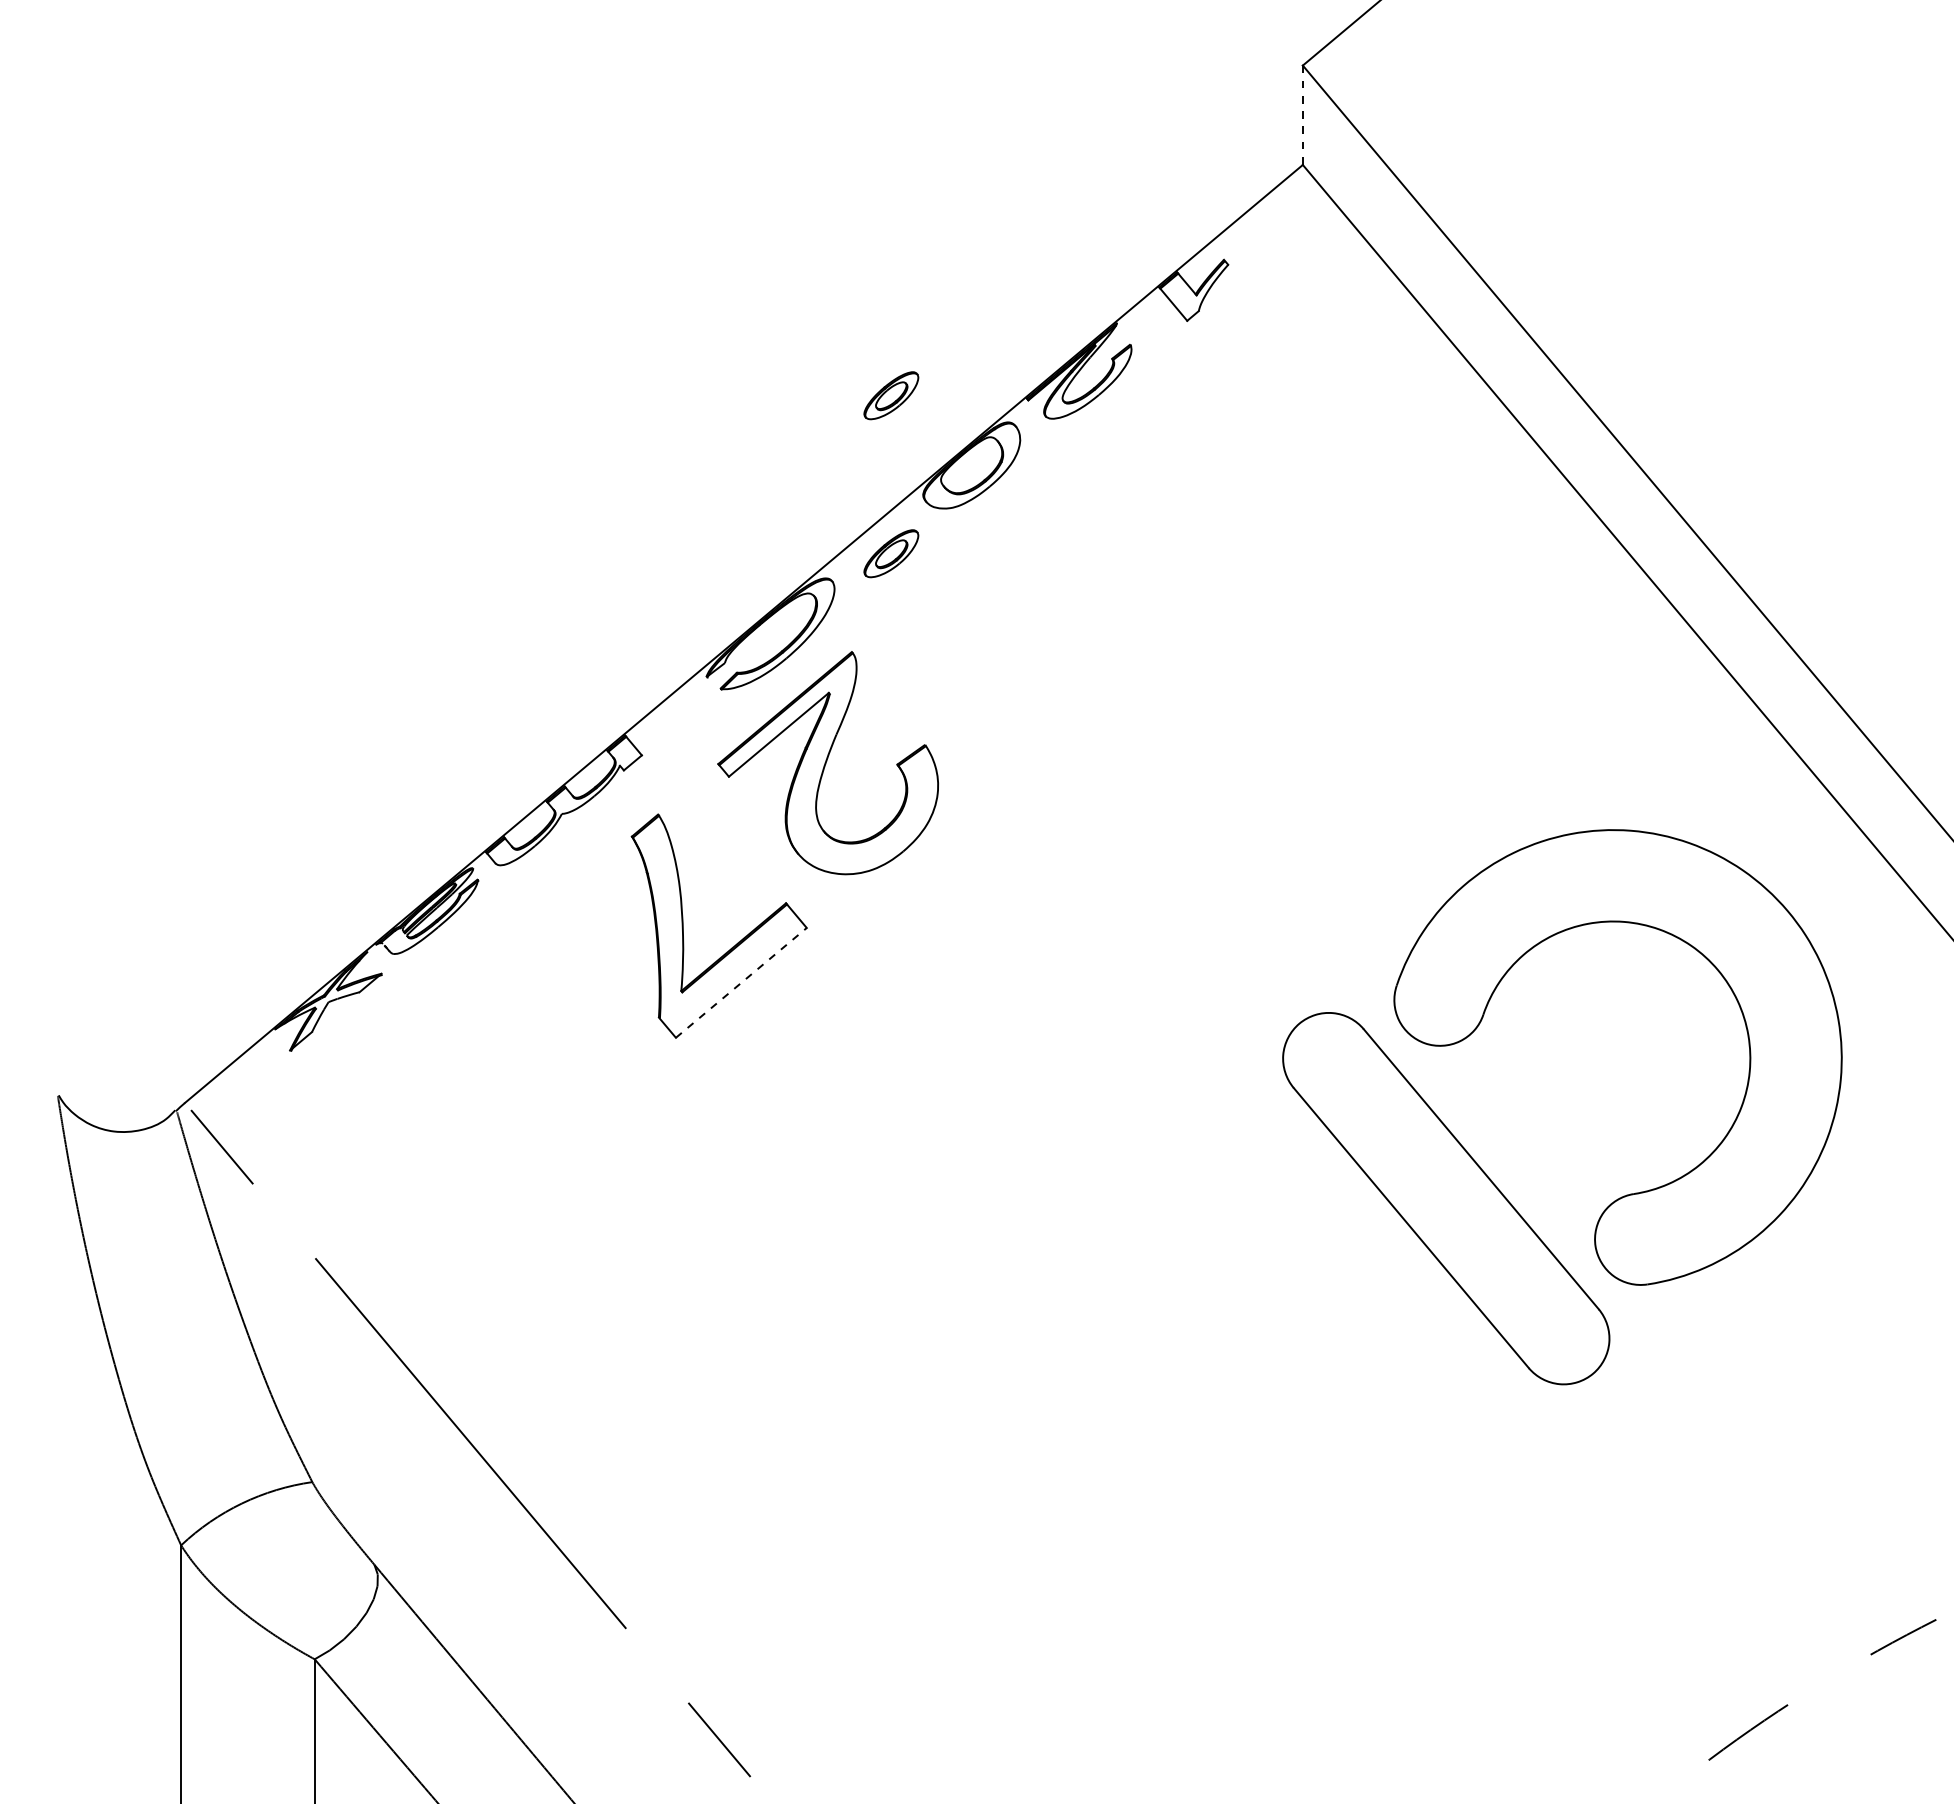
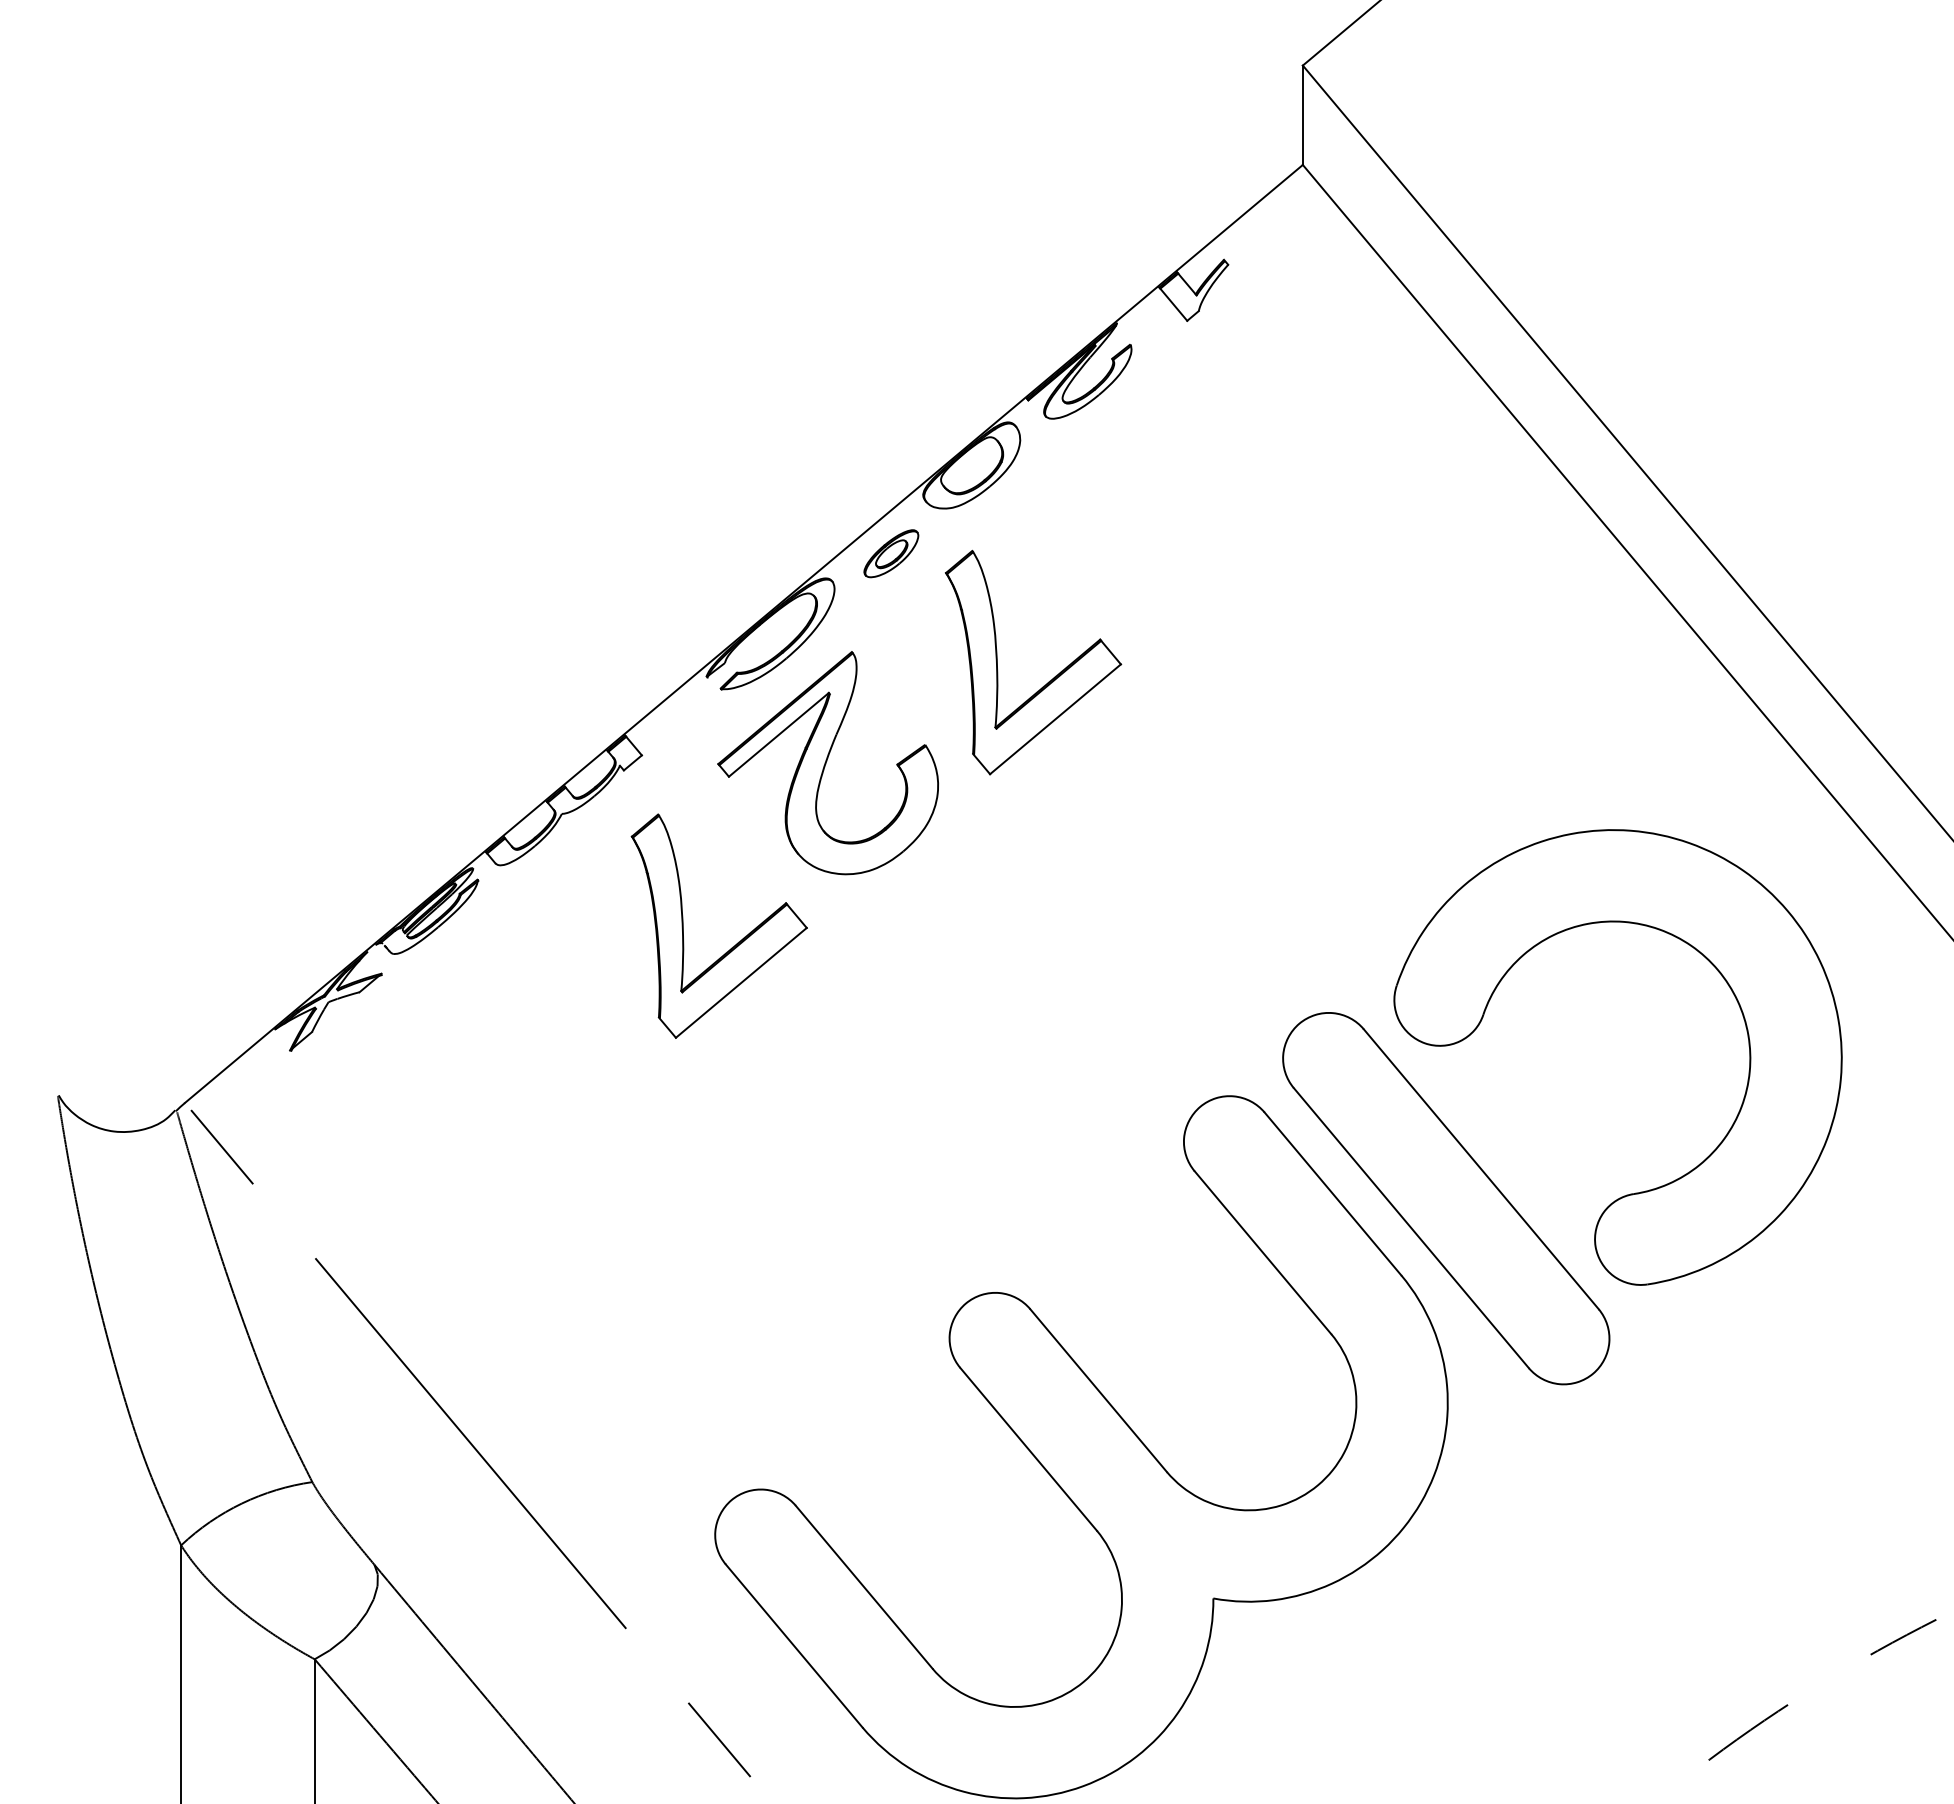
line at (1302, 115): dashed -> solid
part at (891, 395): present -> none
part at (1049, 680): none -> present
line at (741, 982): dashed -> solid
part at (1081, 1447): none -> present
